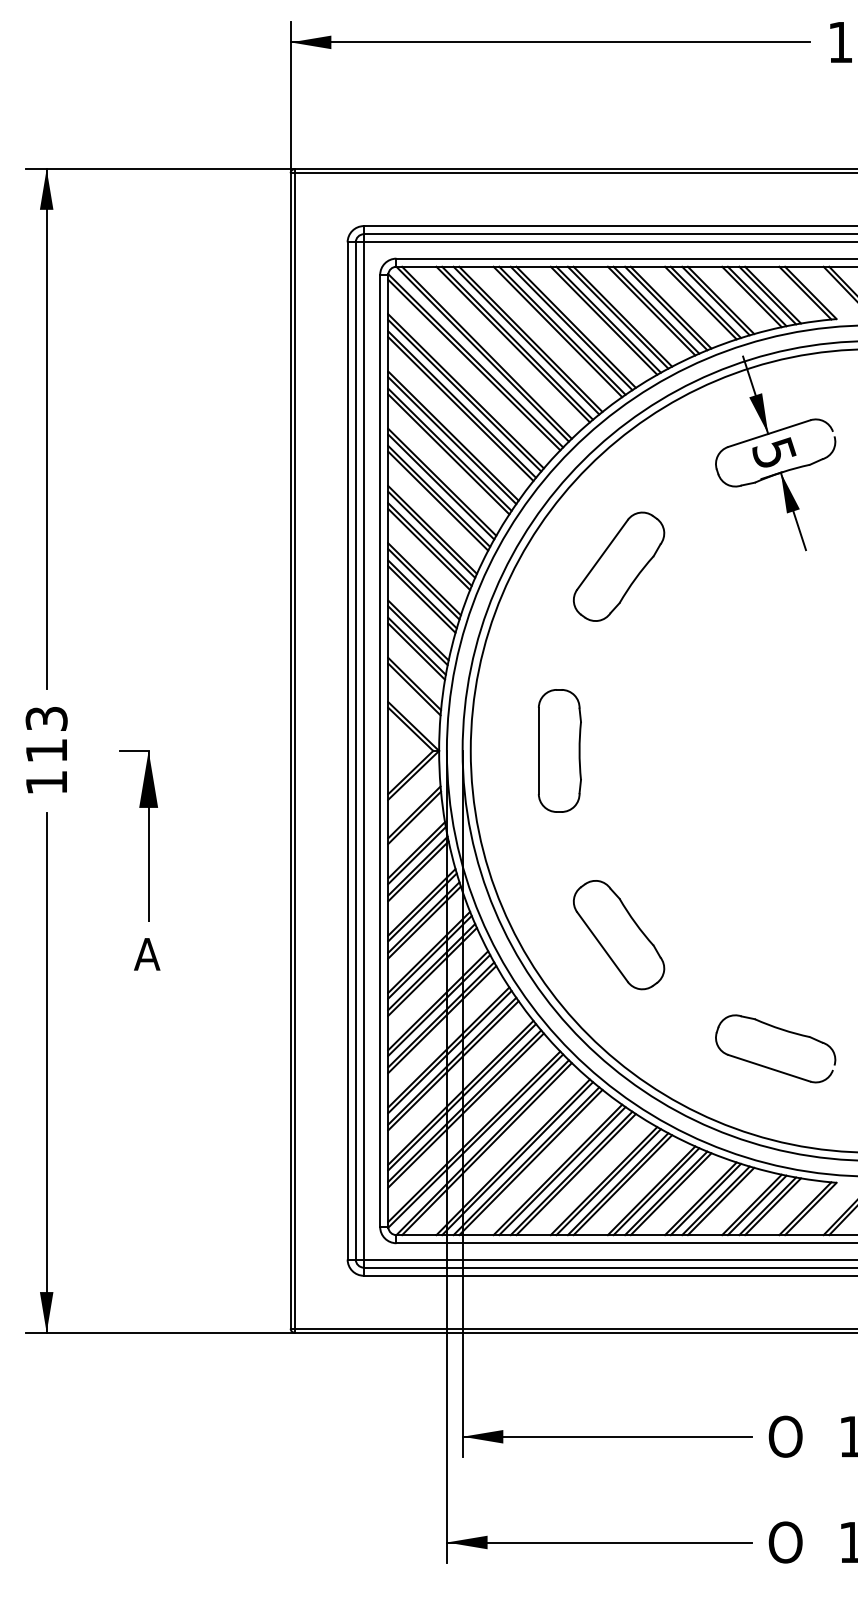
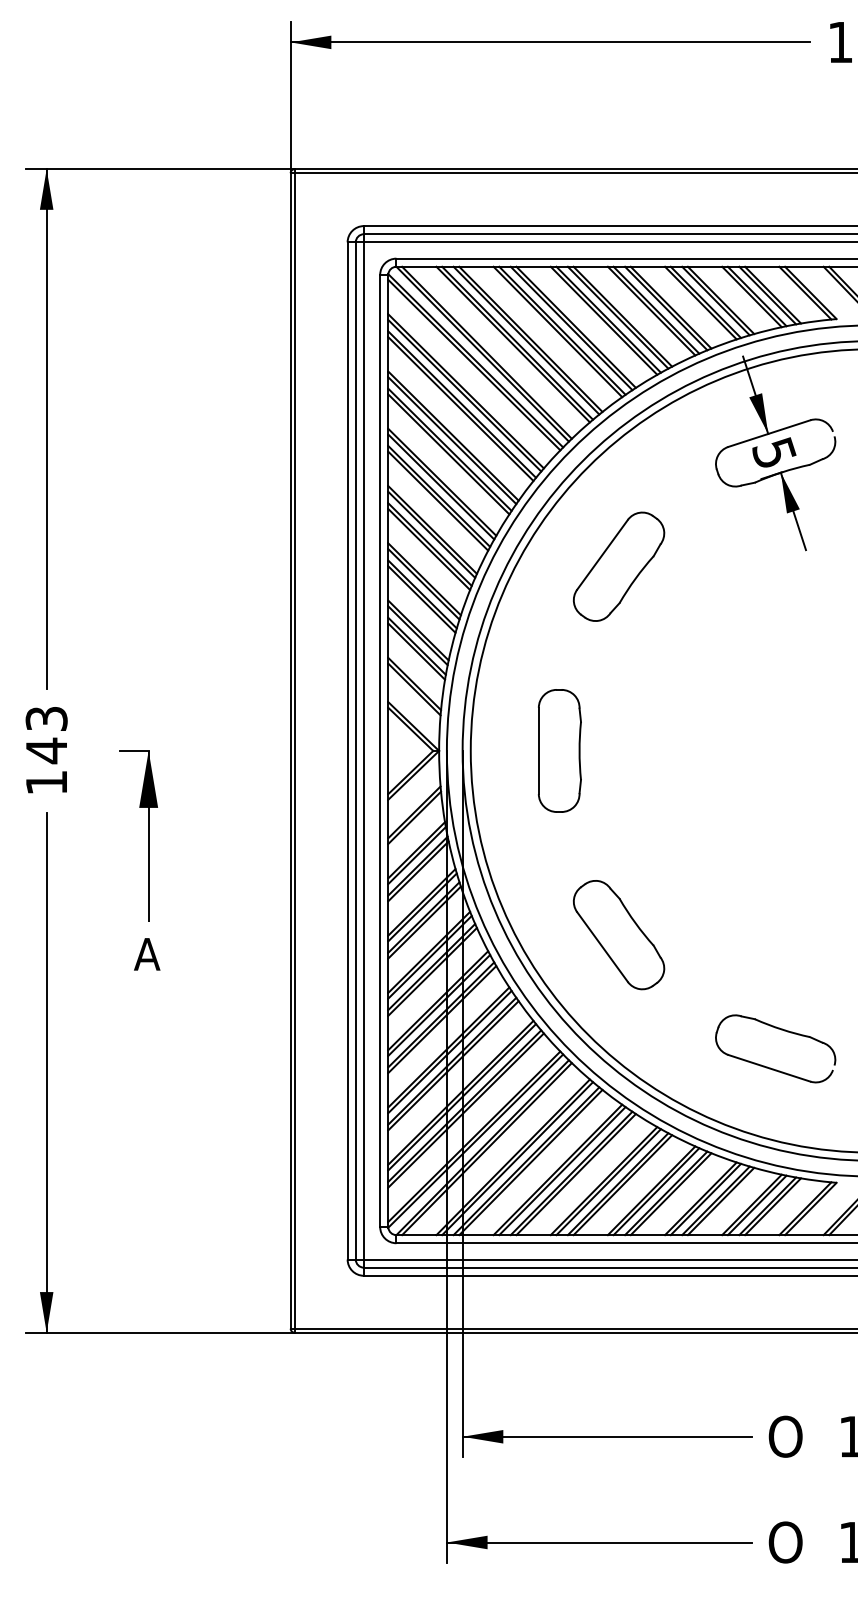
text at (46, 750): 113 -> 143
